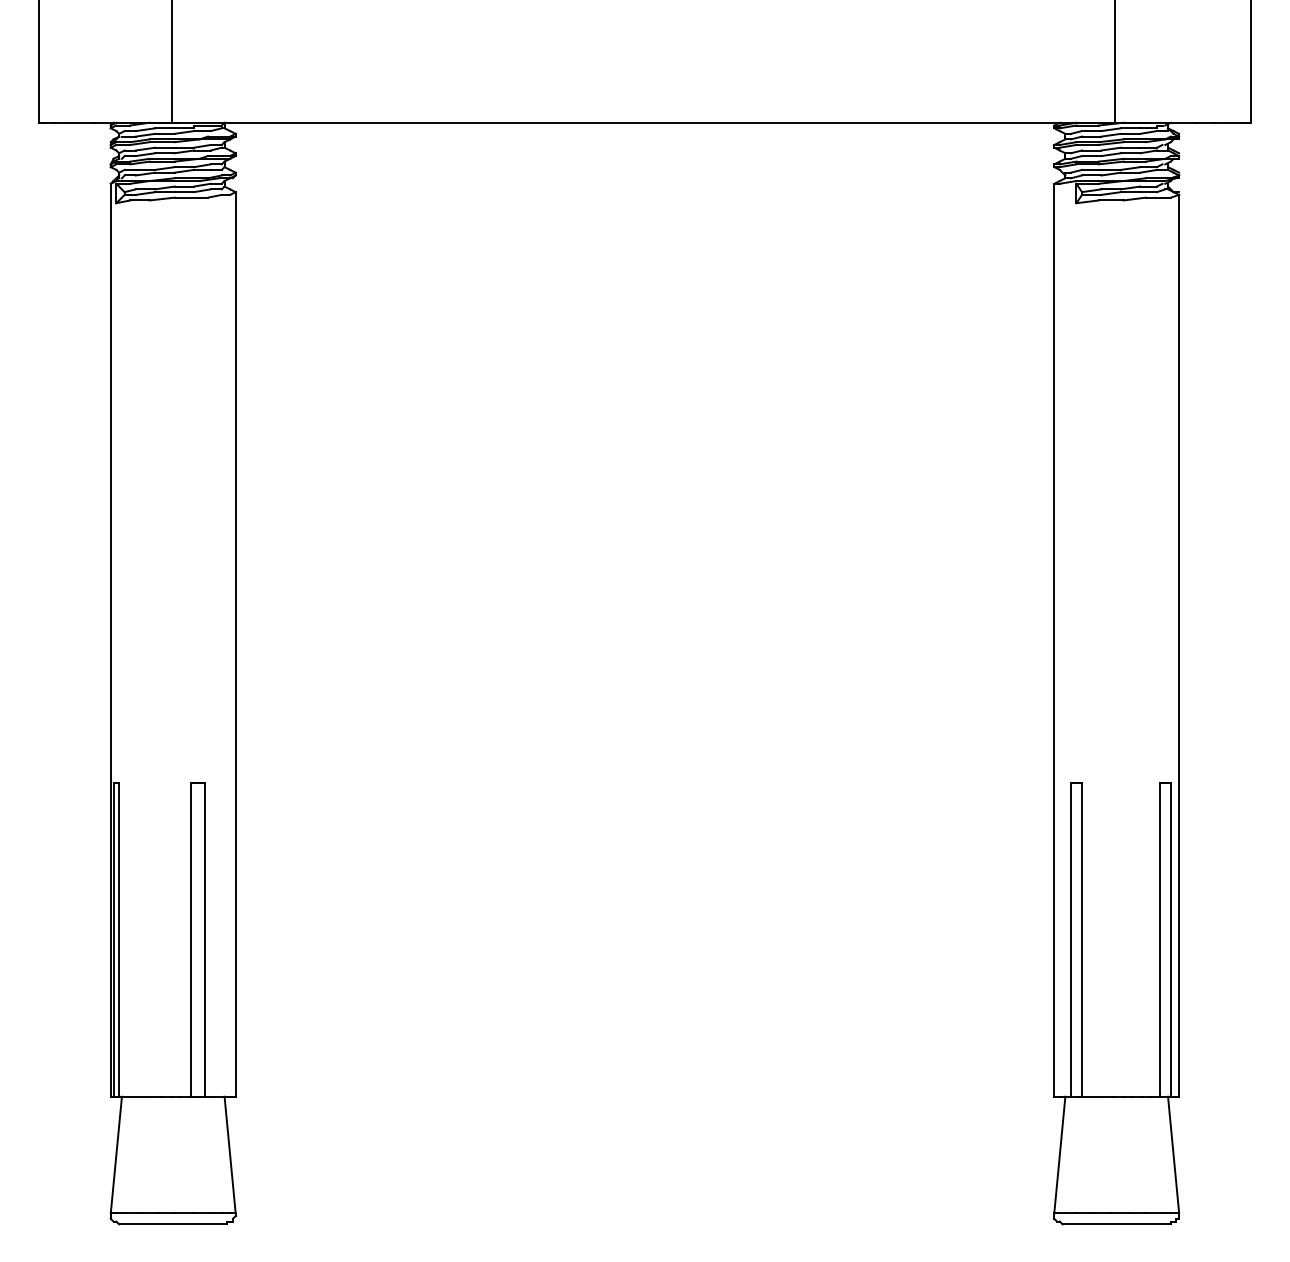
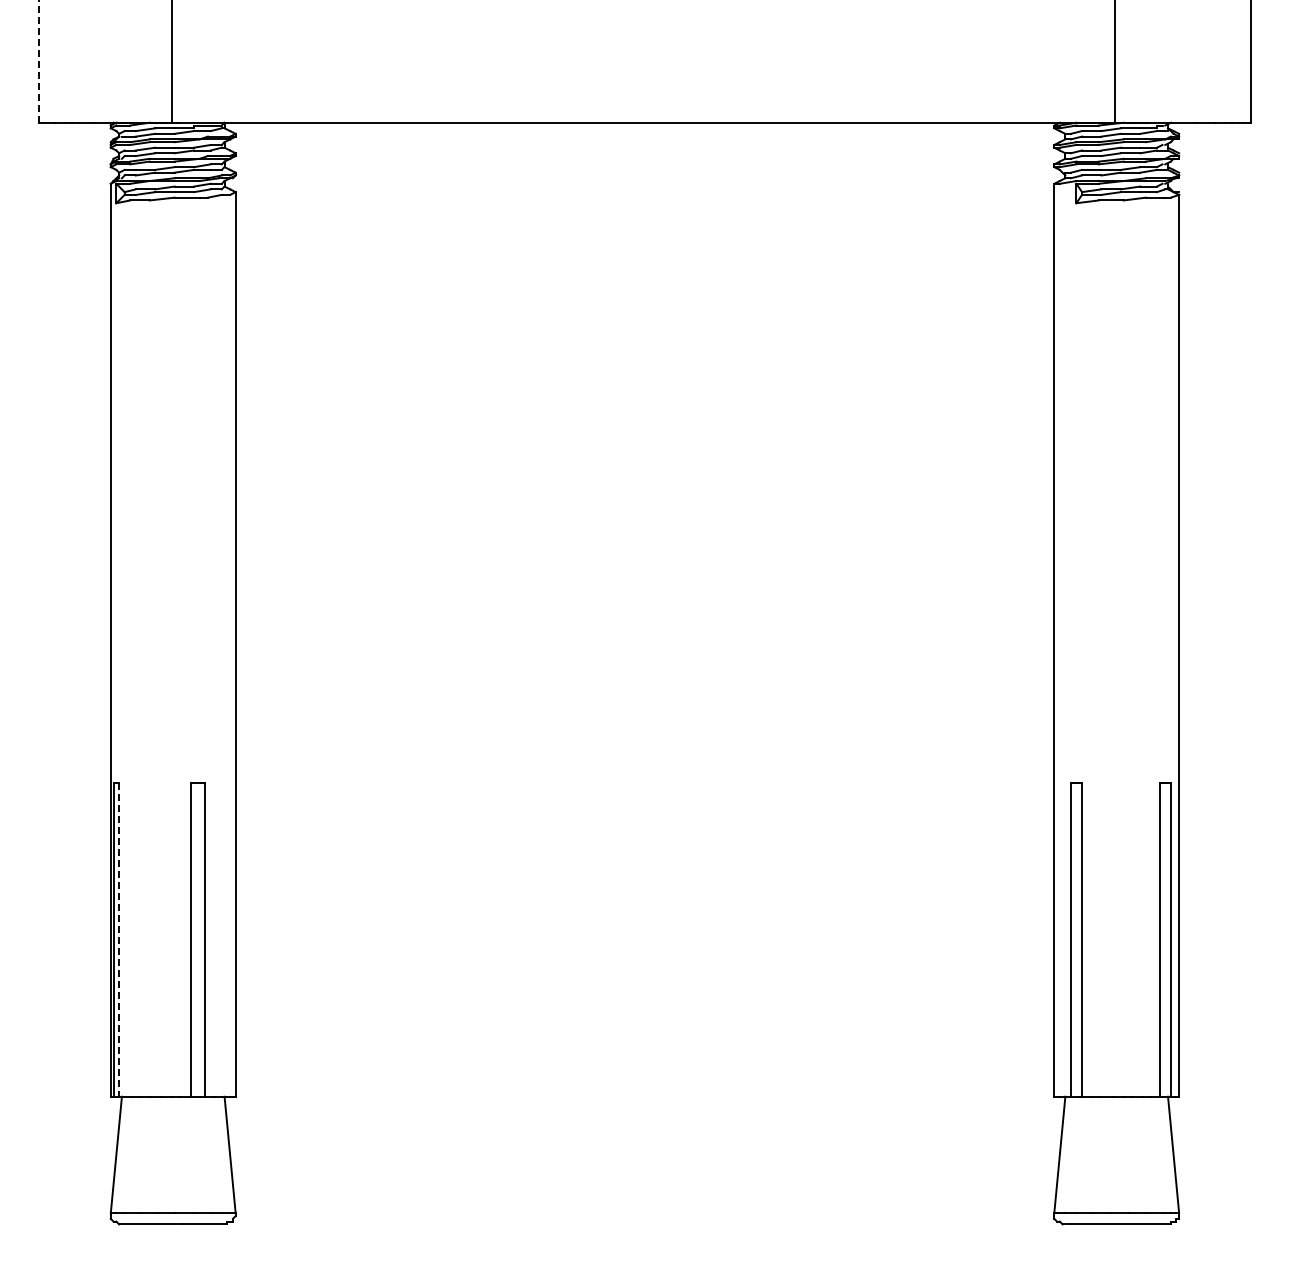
line at (38, 61): solid -> dashed
line at (119, 939): solid -> dashed
